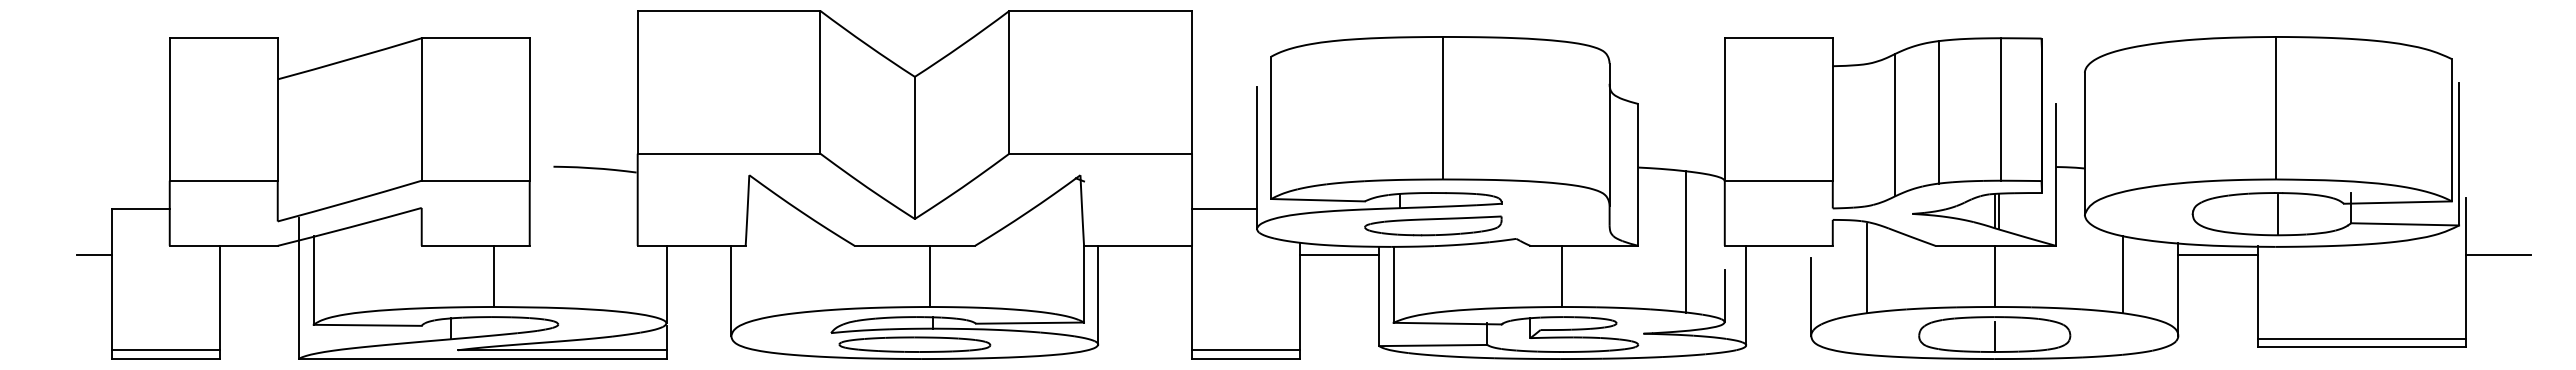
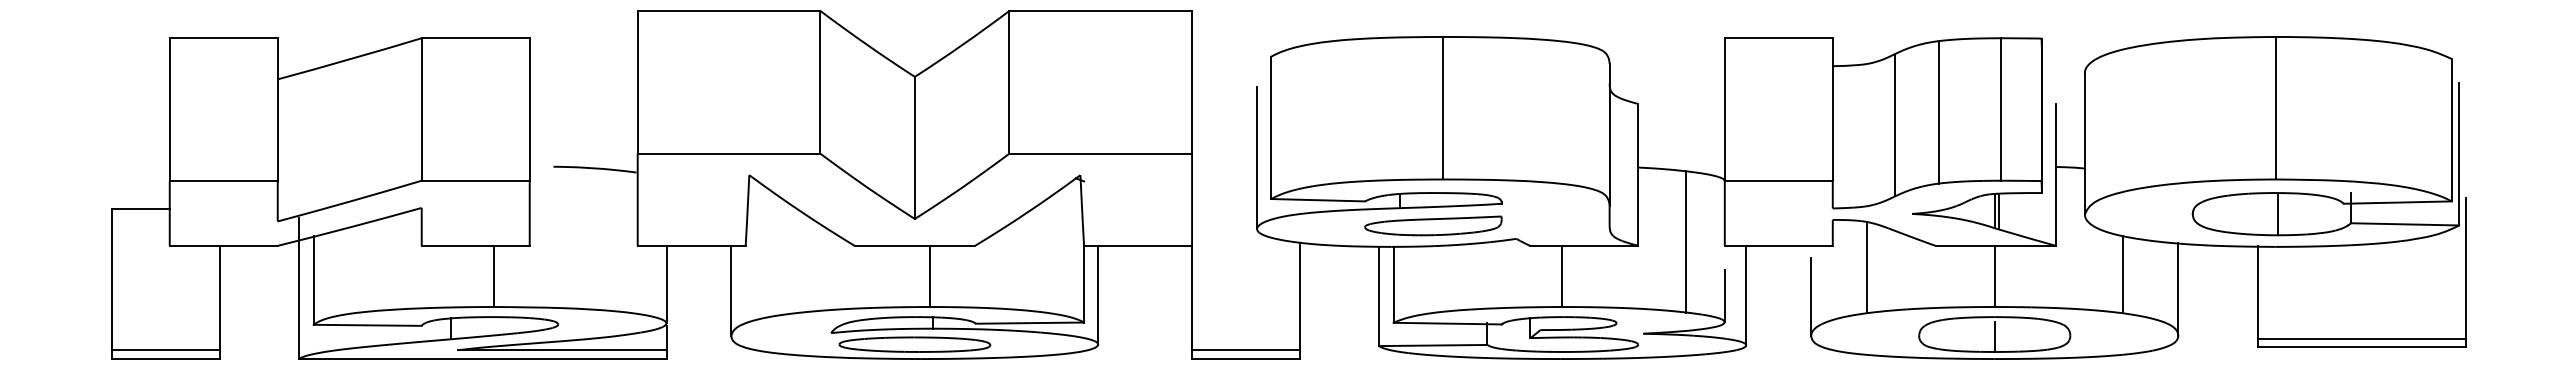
line at (1224, 209): present -> none
line at (94, 255): present -> none
line at (1339, 255): present -> none
line at (2217, 255): present -> none
line at (2498, 255): present -> none
